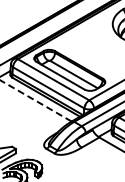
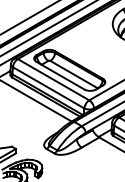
line at (29, 17): none -> present
line at (48, 28): none -> present
line at (36, 101): dashed -> solid
